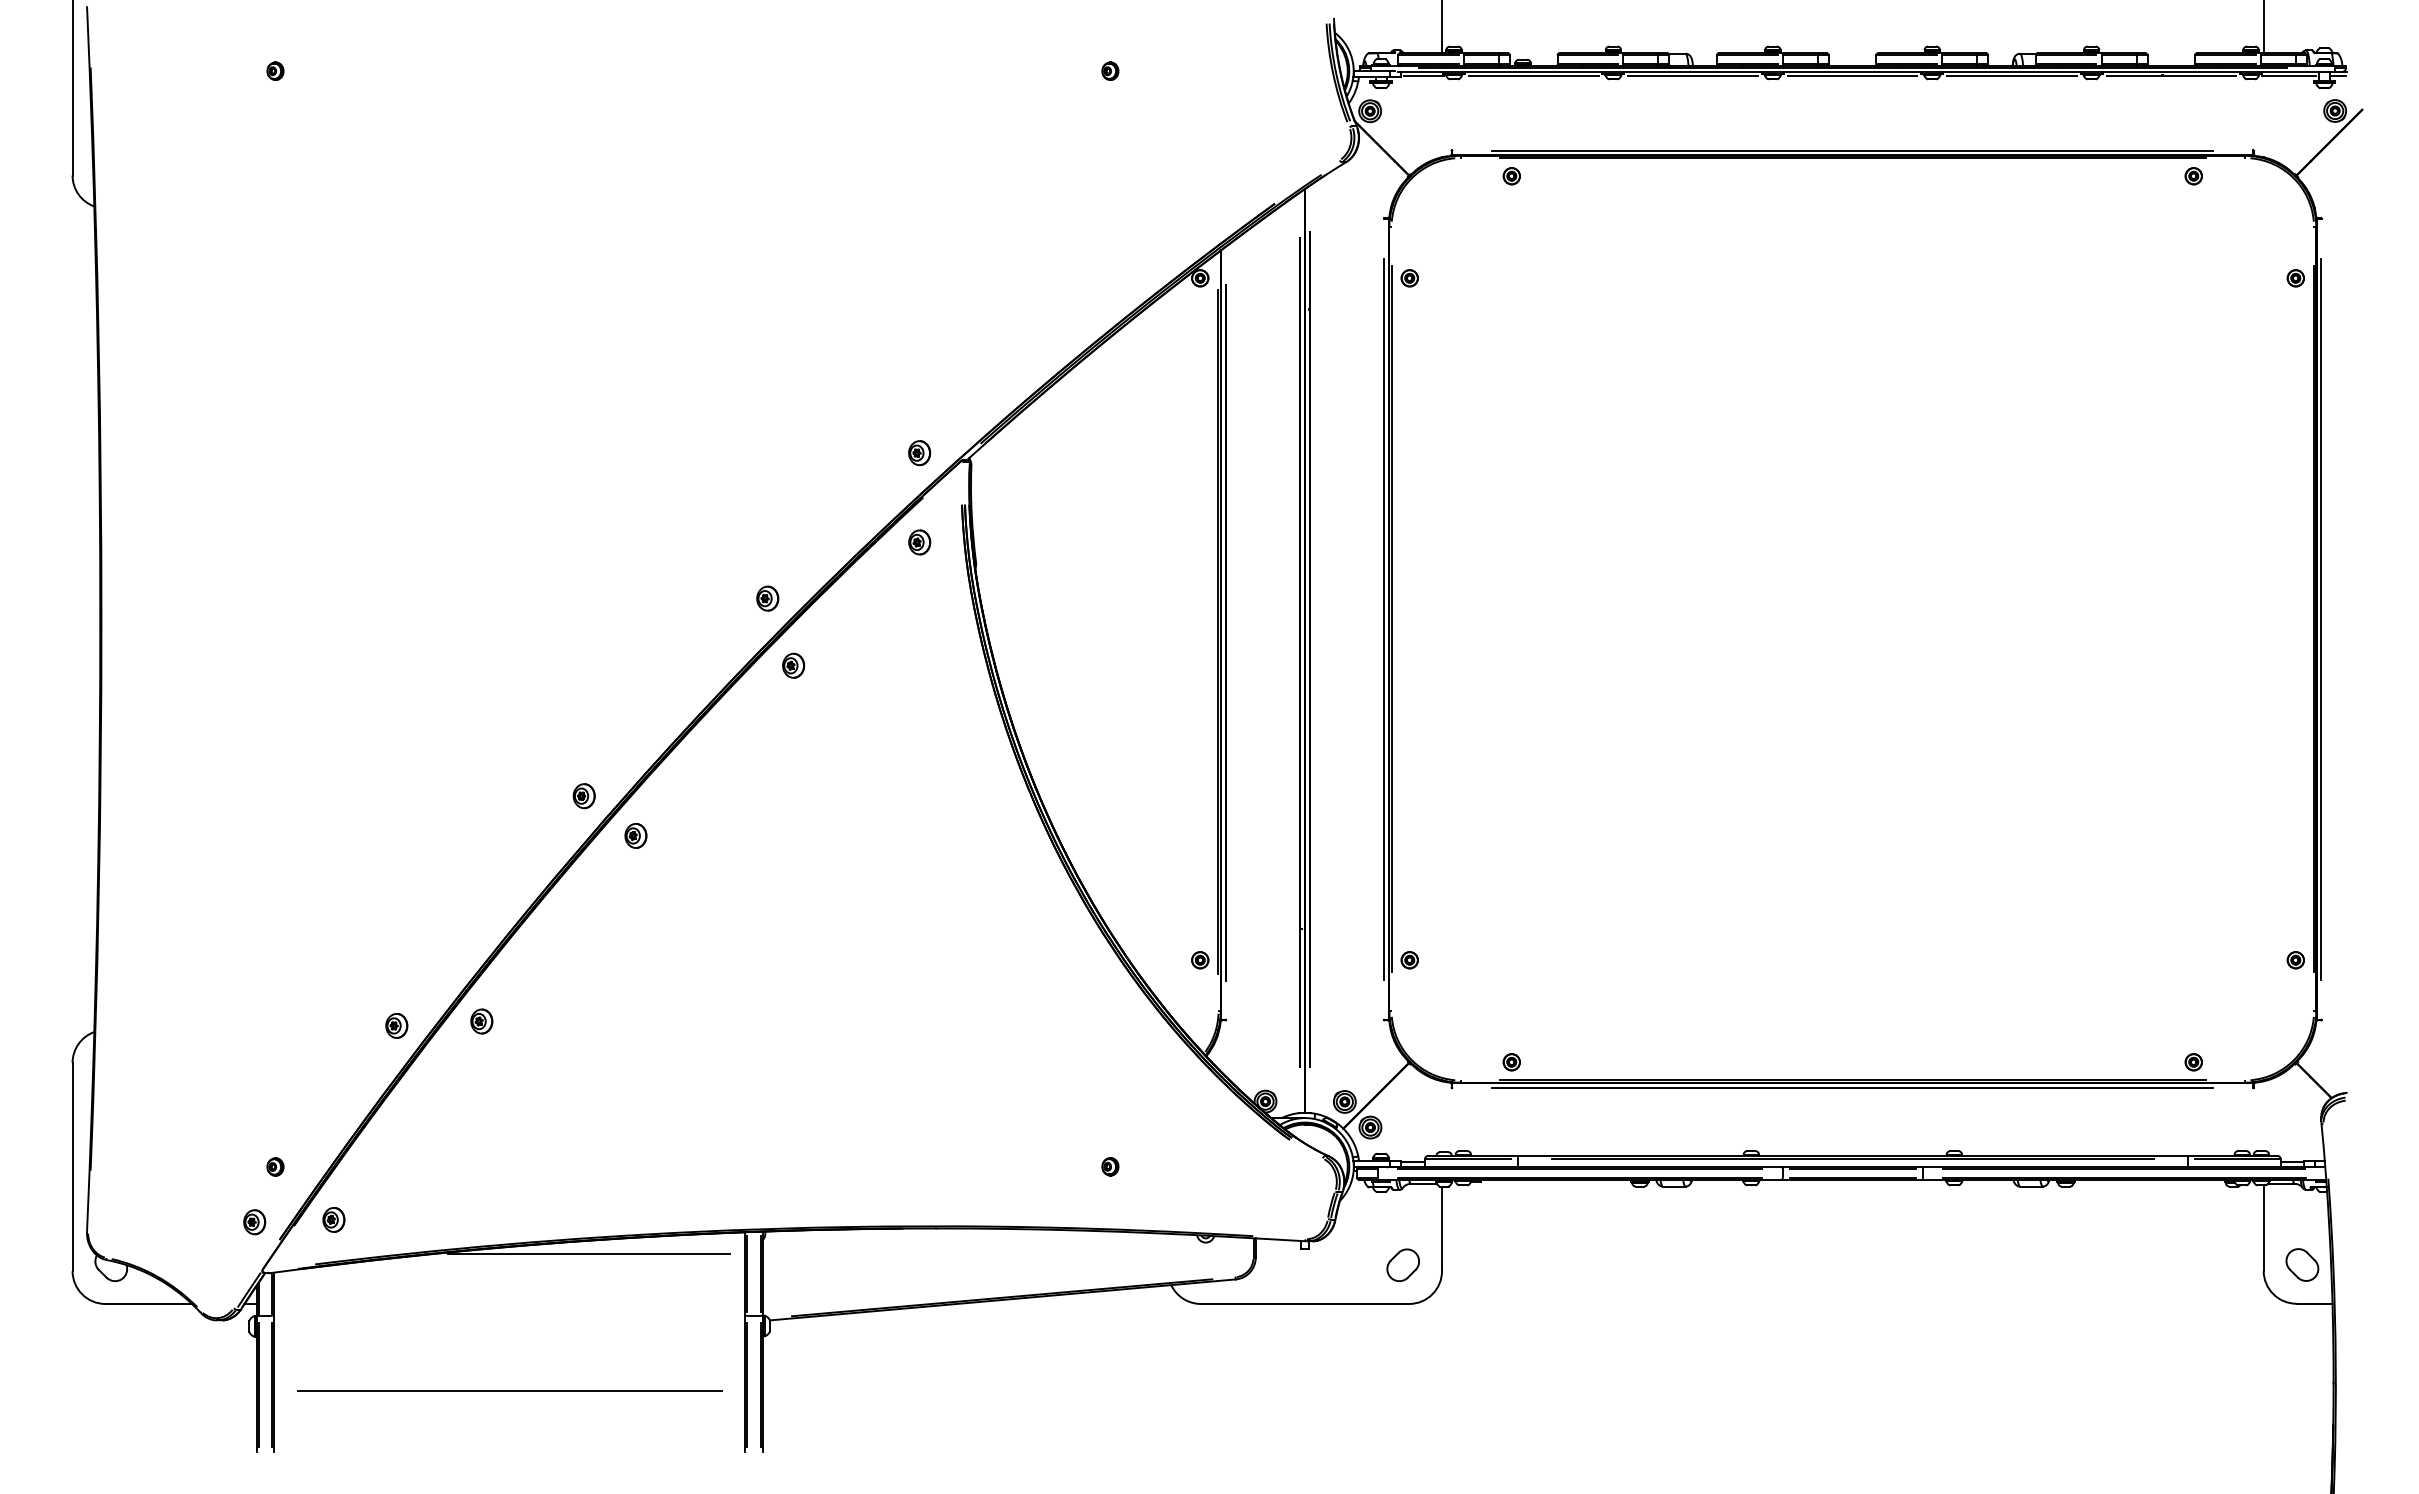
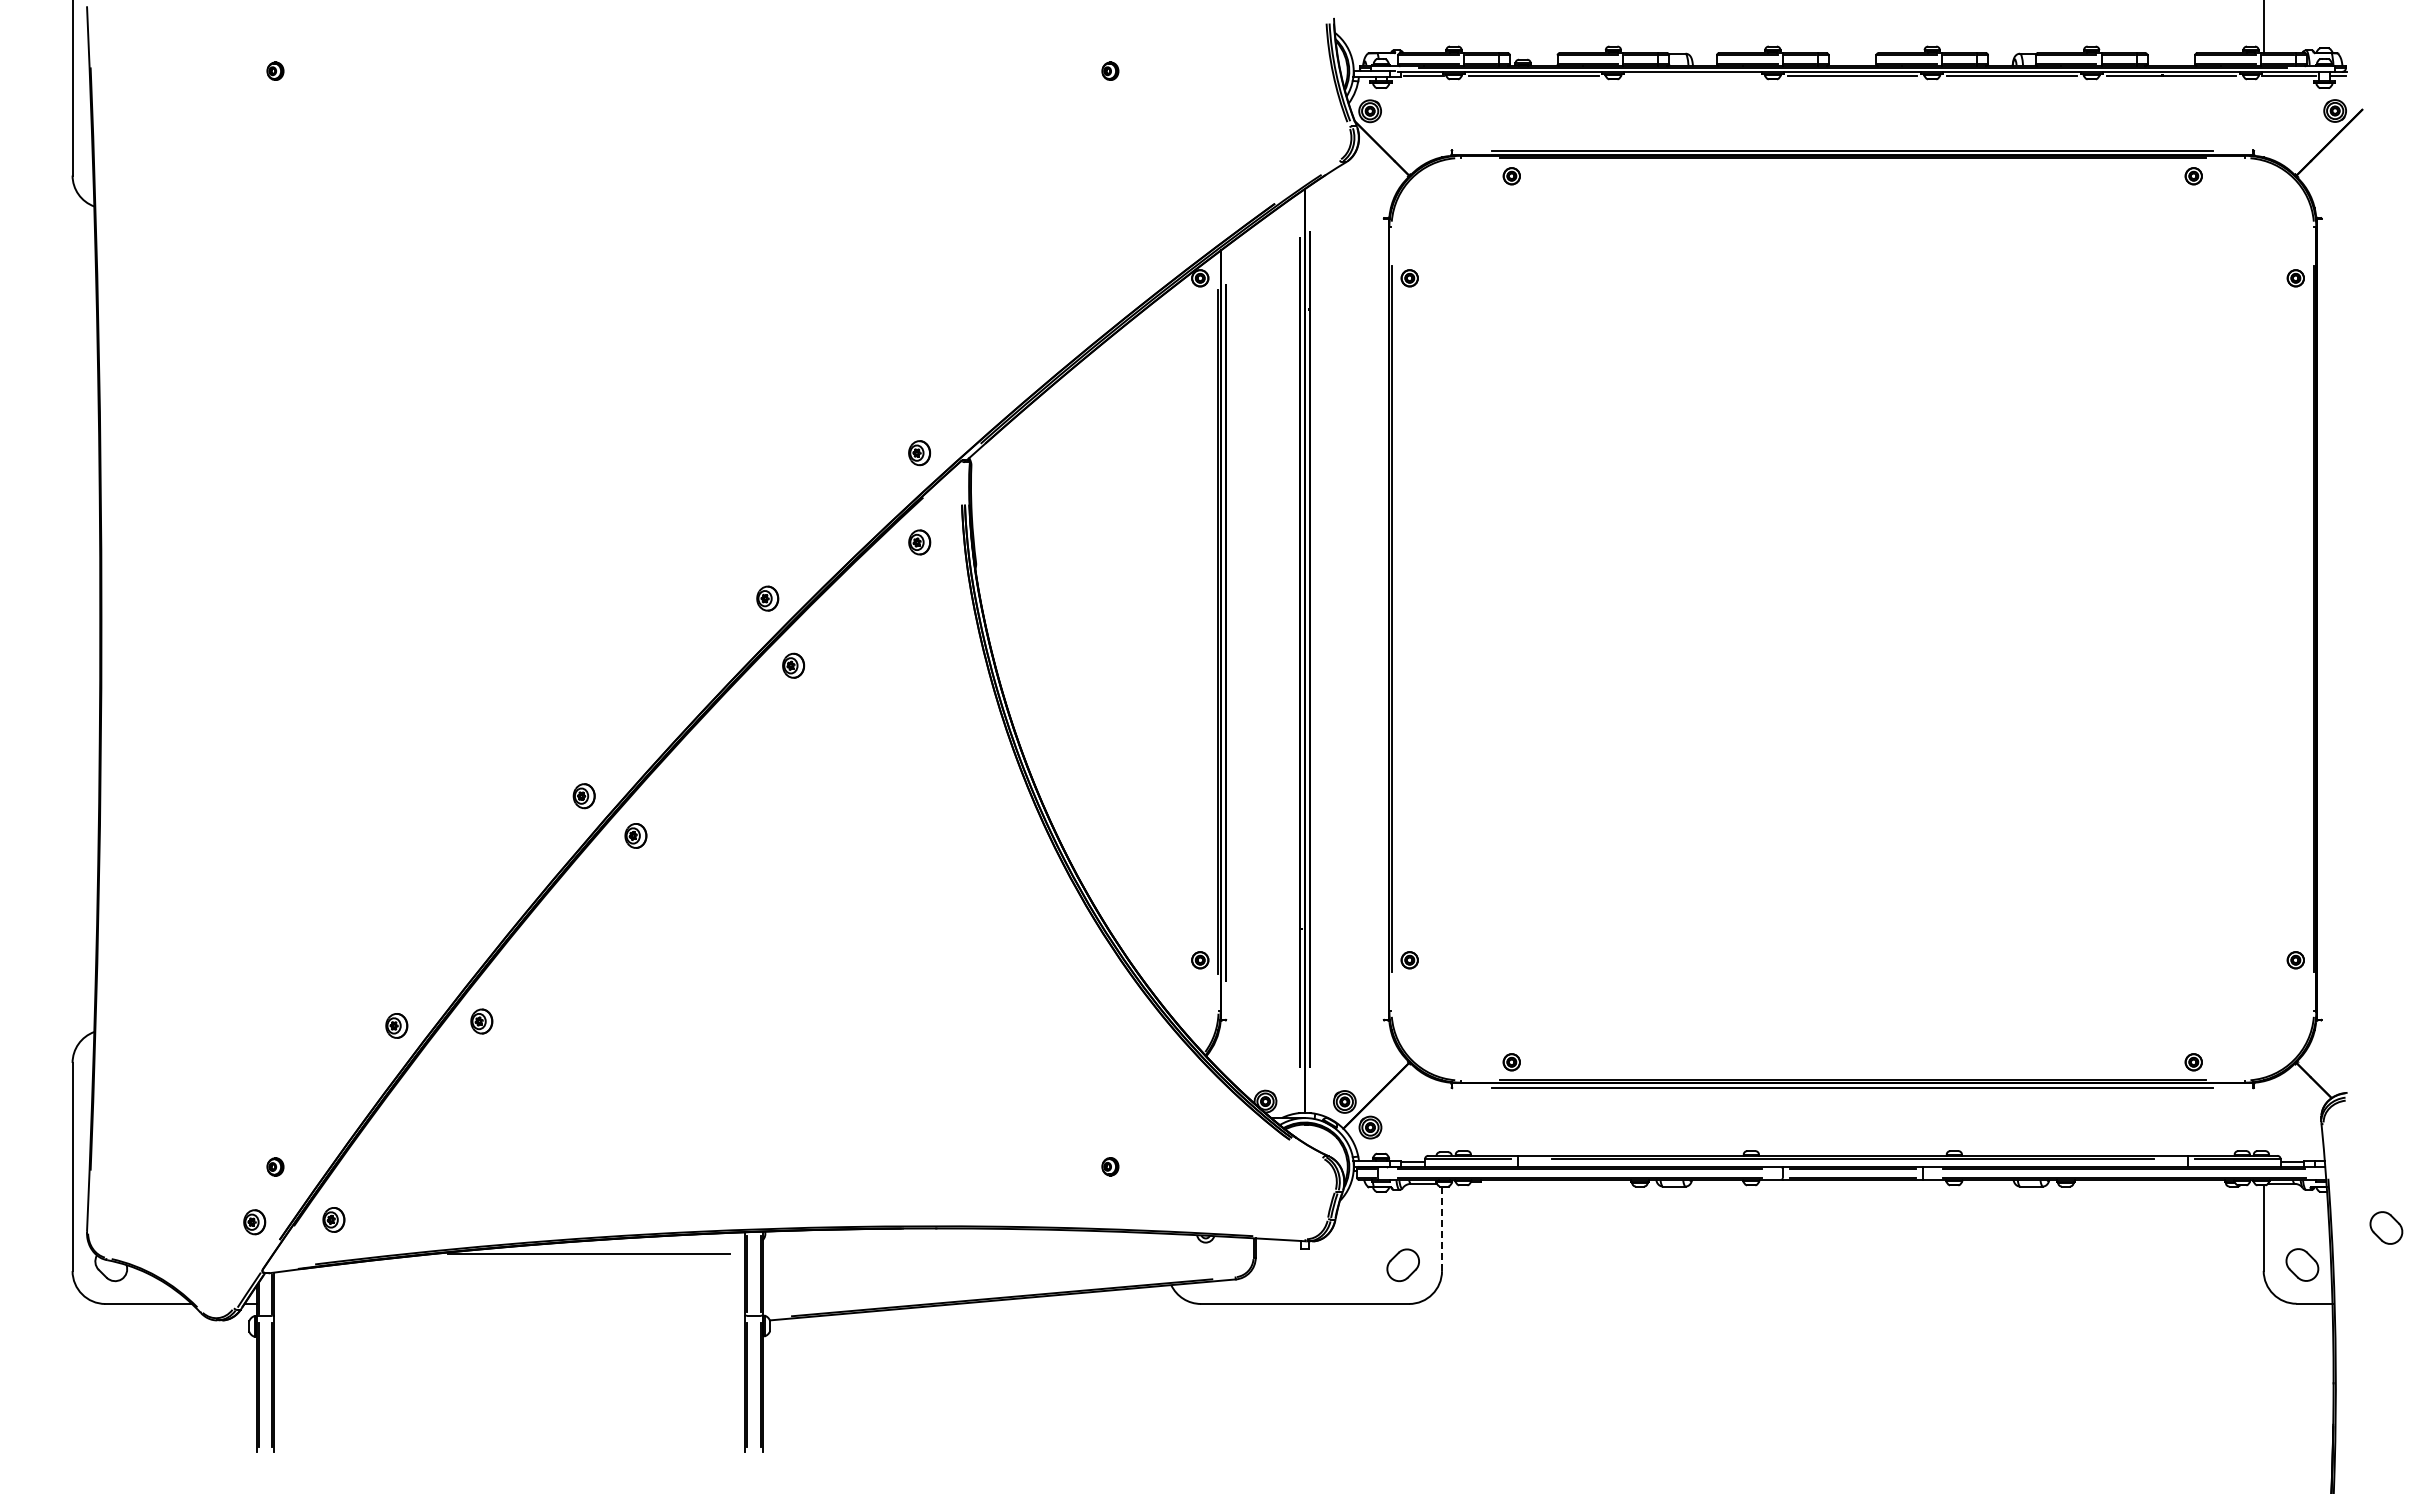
line at (1441, 27): present -> none
line at (1692, 76): present -> none
line at (1384, 618): present -> none
line at (2321, 618): present -> none
part at (2386, 1227): none -> present
line at (1442, 1229): solid -> dashed
line at (509, 1390): present -> none
